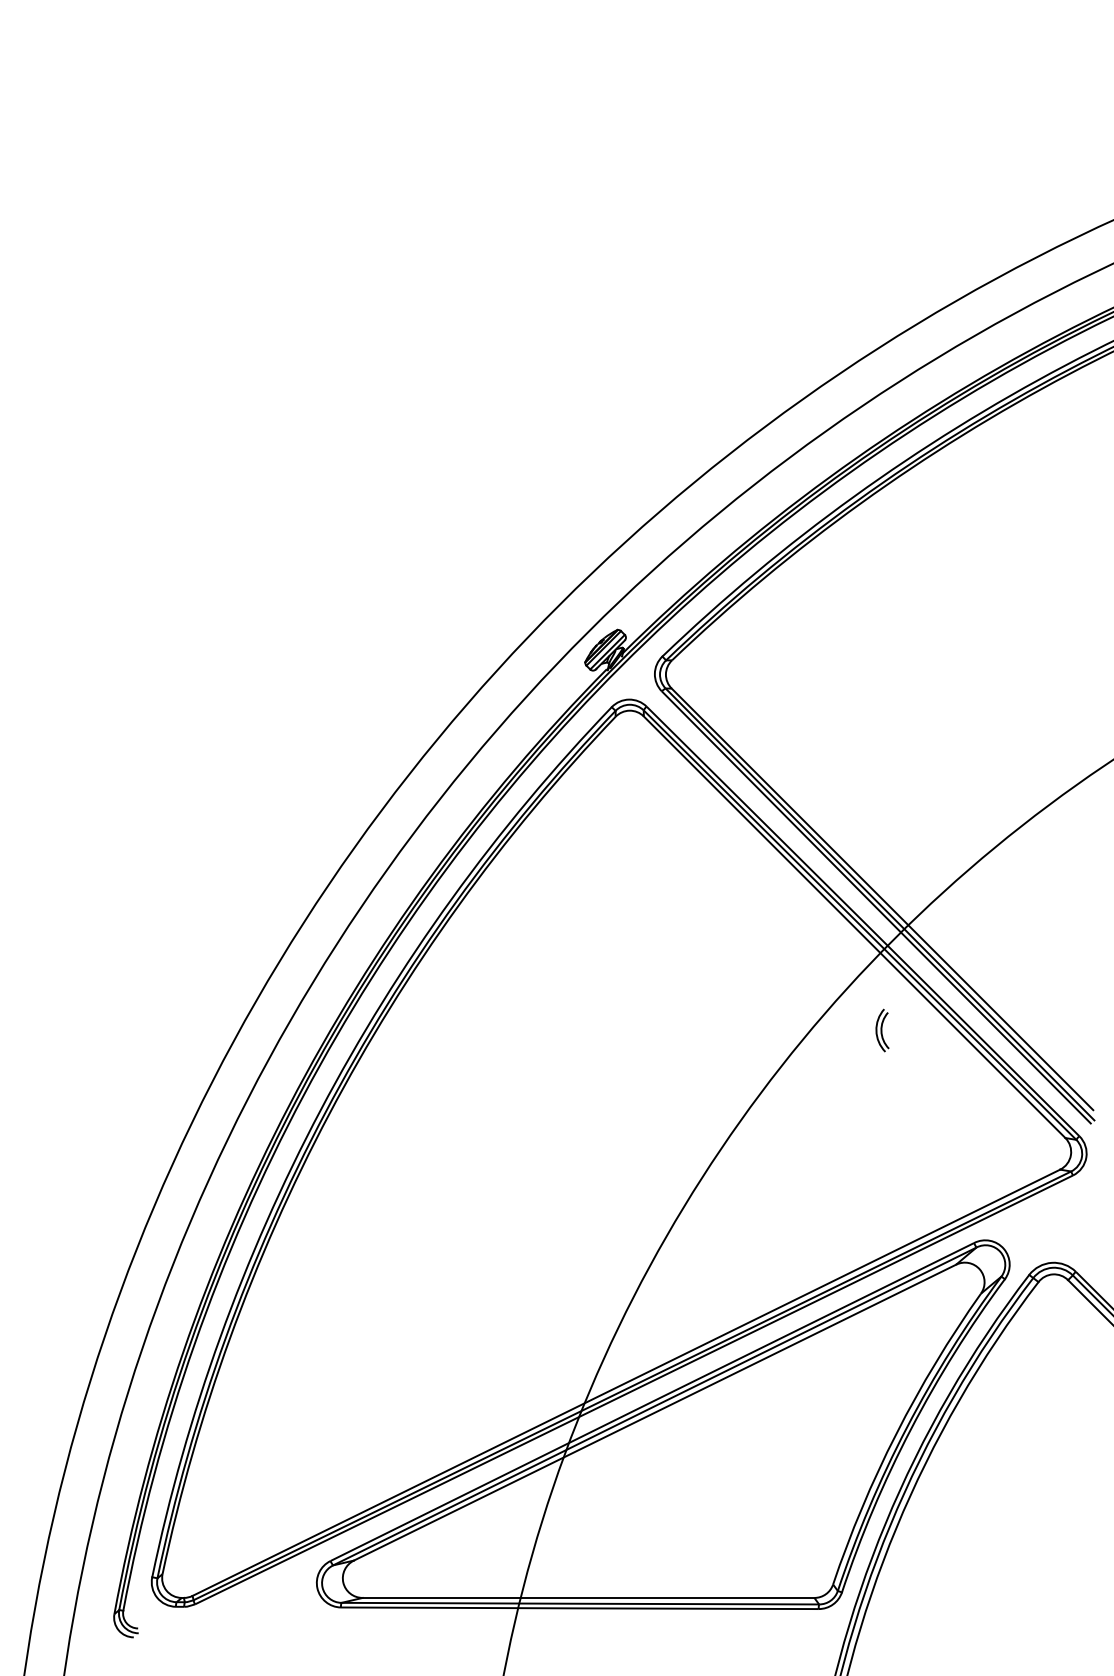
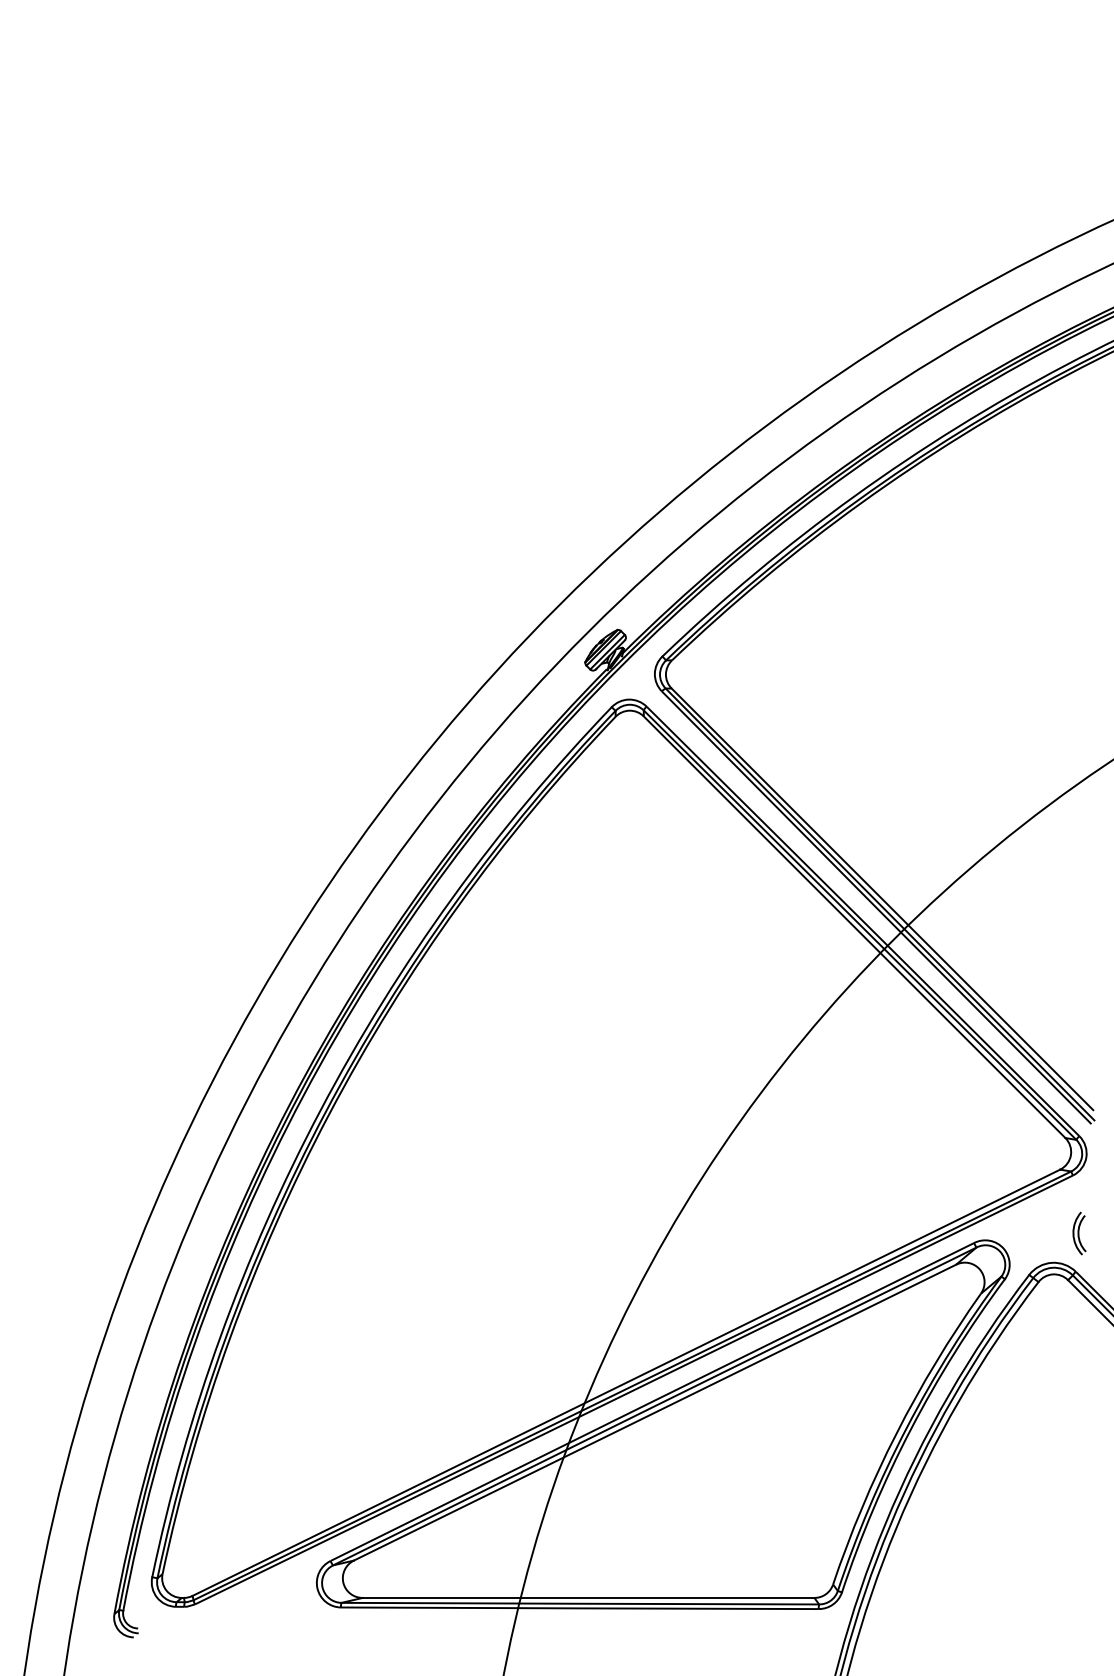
part at (882, 1030) position: (882, 1030) -> (1079, 1233)
